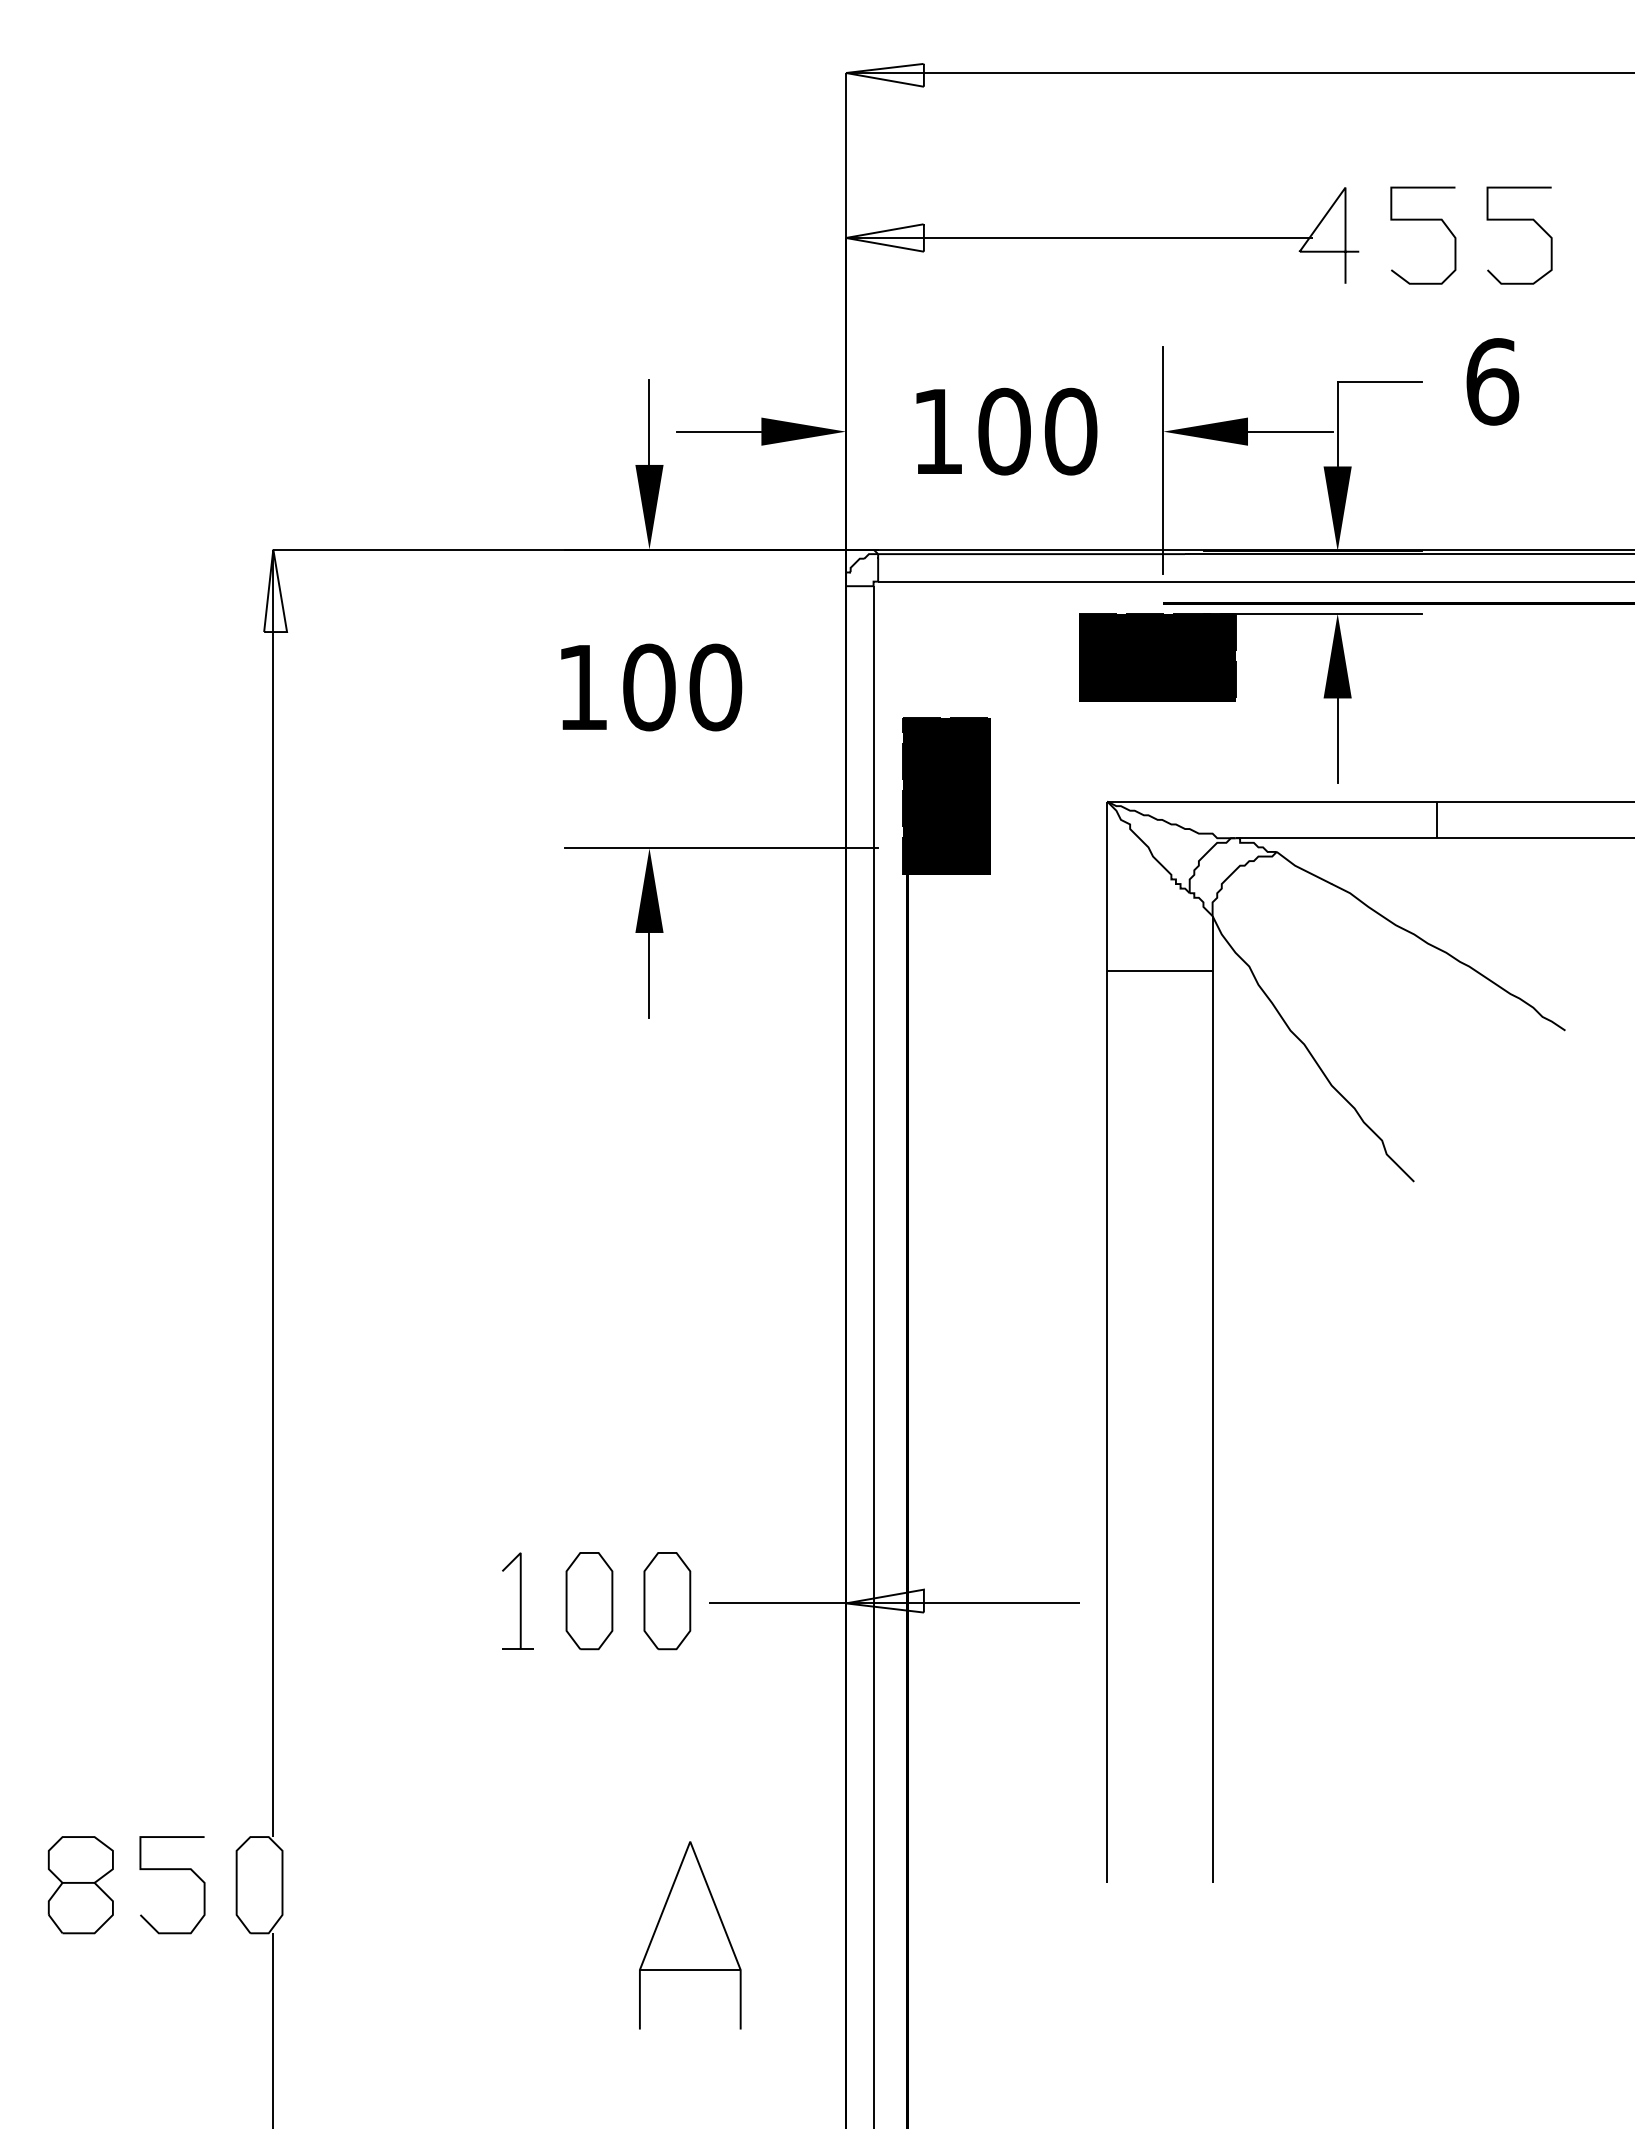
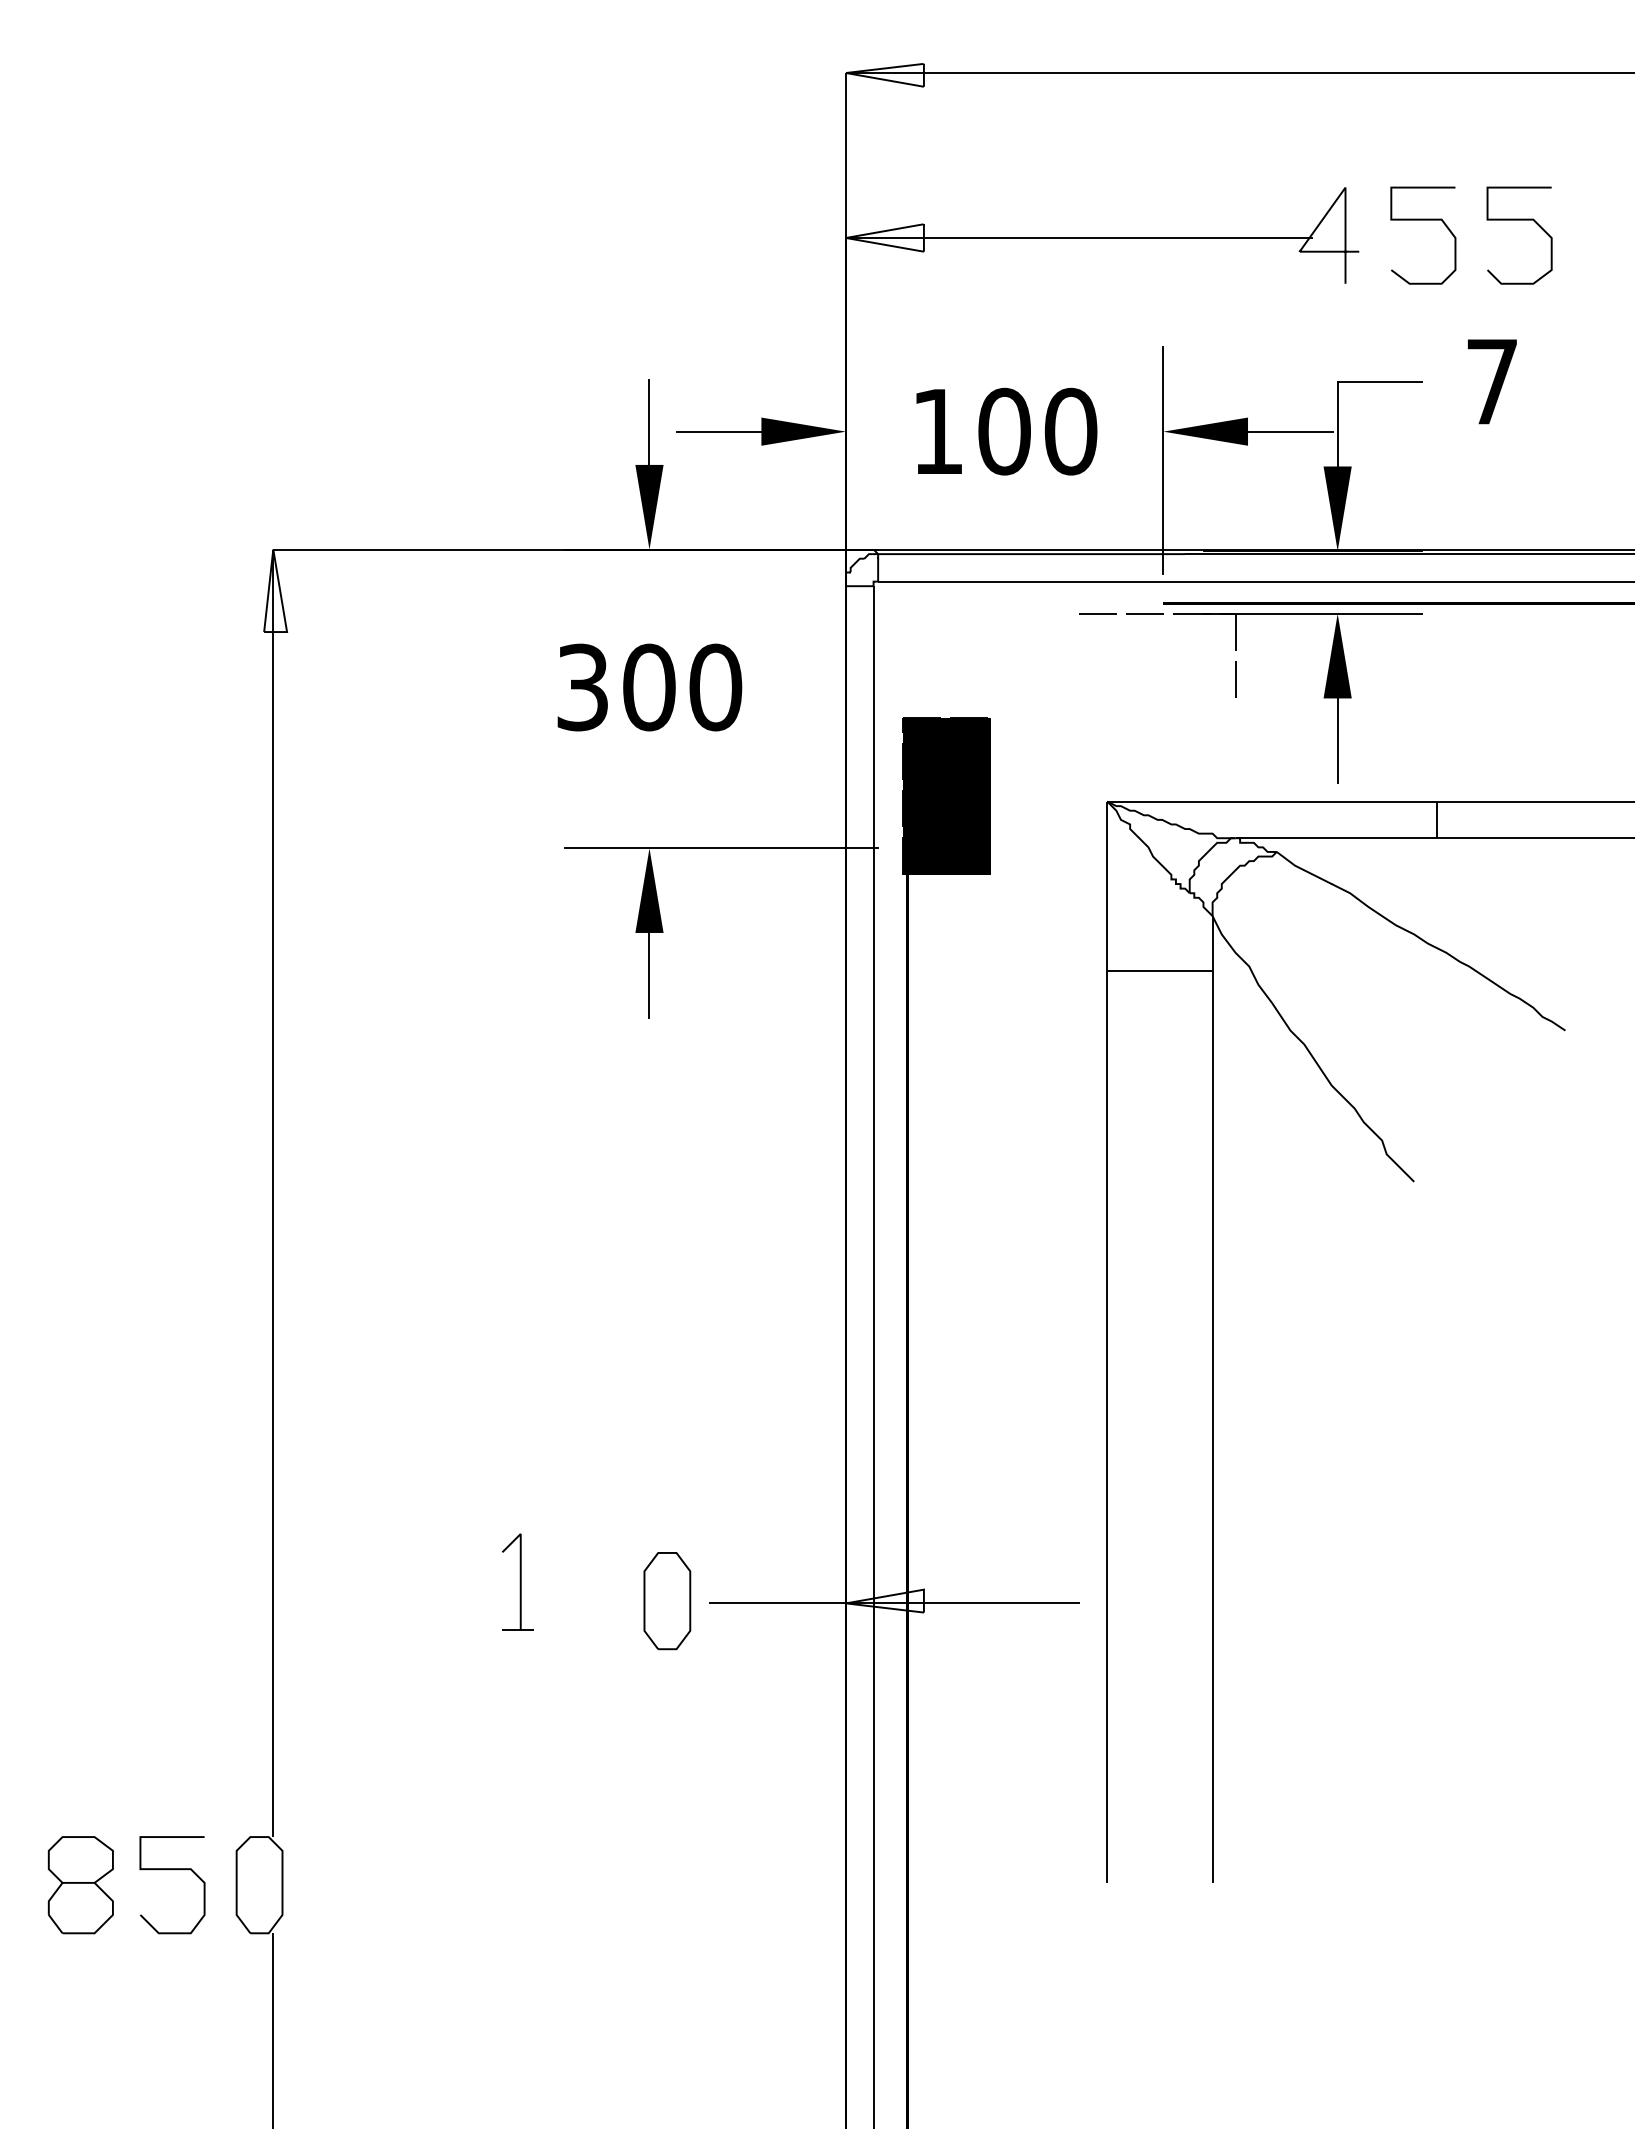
text at (1492, 381): 6 -> 7
fill at (1157, 657): present -> none
text at (582, 687): 100 -> 300
part at (517, 1600) position: (517, 1600) -> (517, 1581)
part at (589, 1601): present -> none
part at (690, 1935): present -> none
